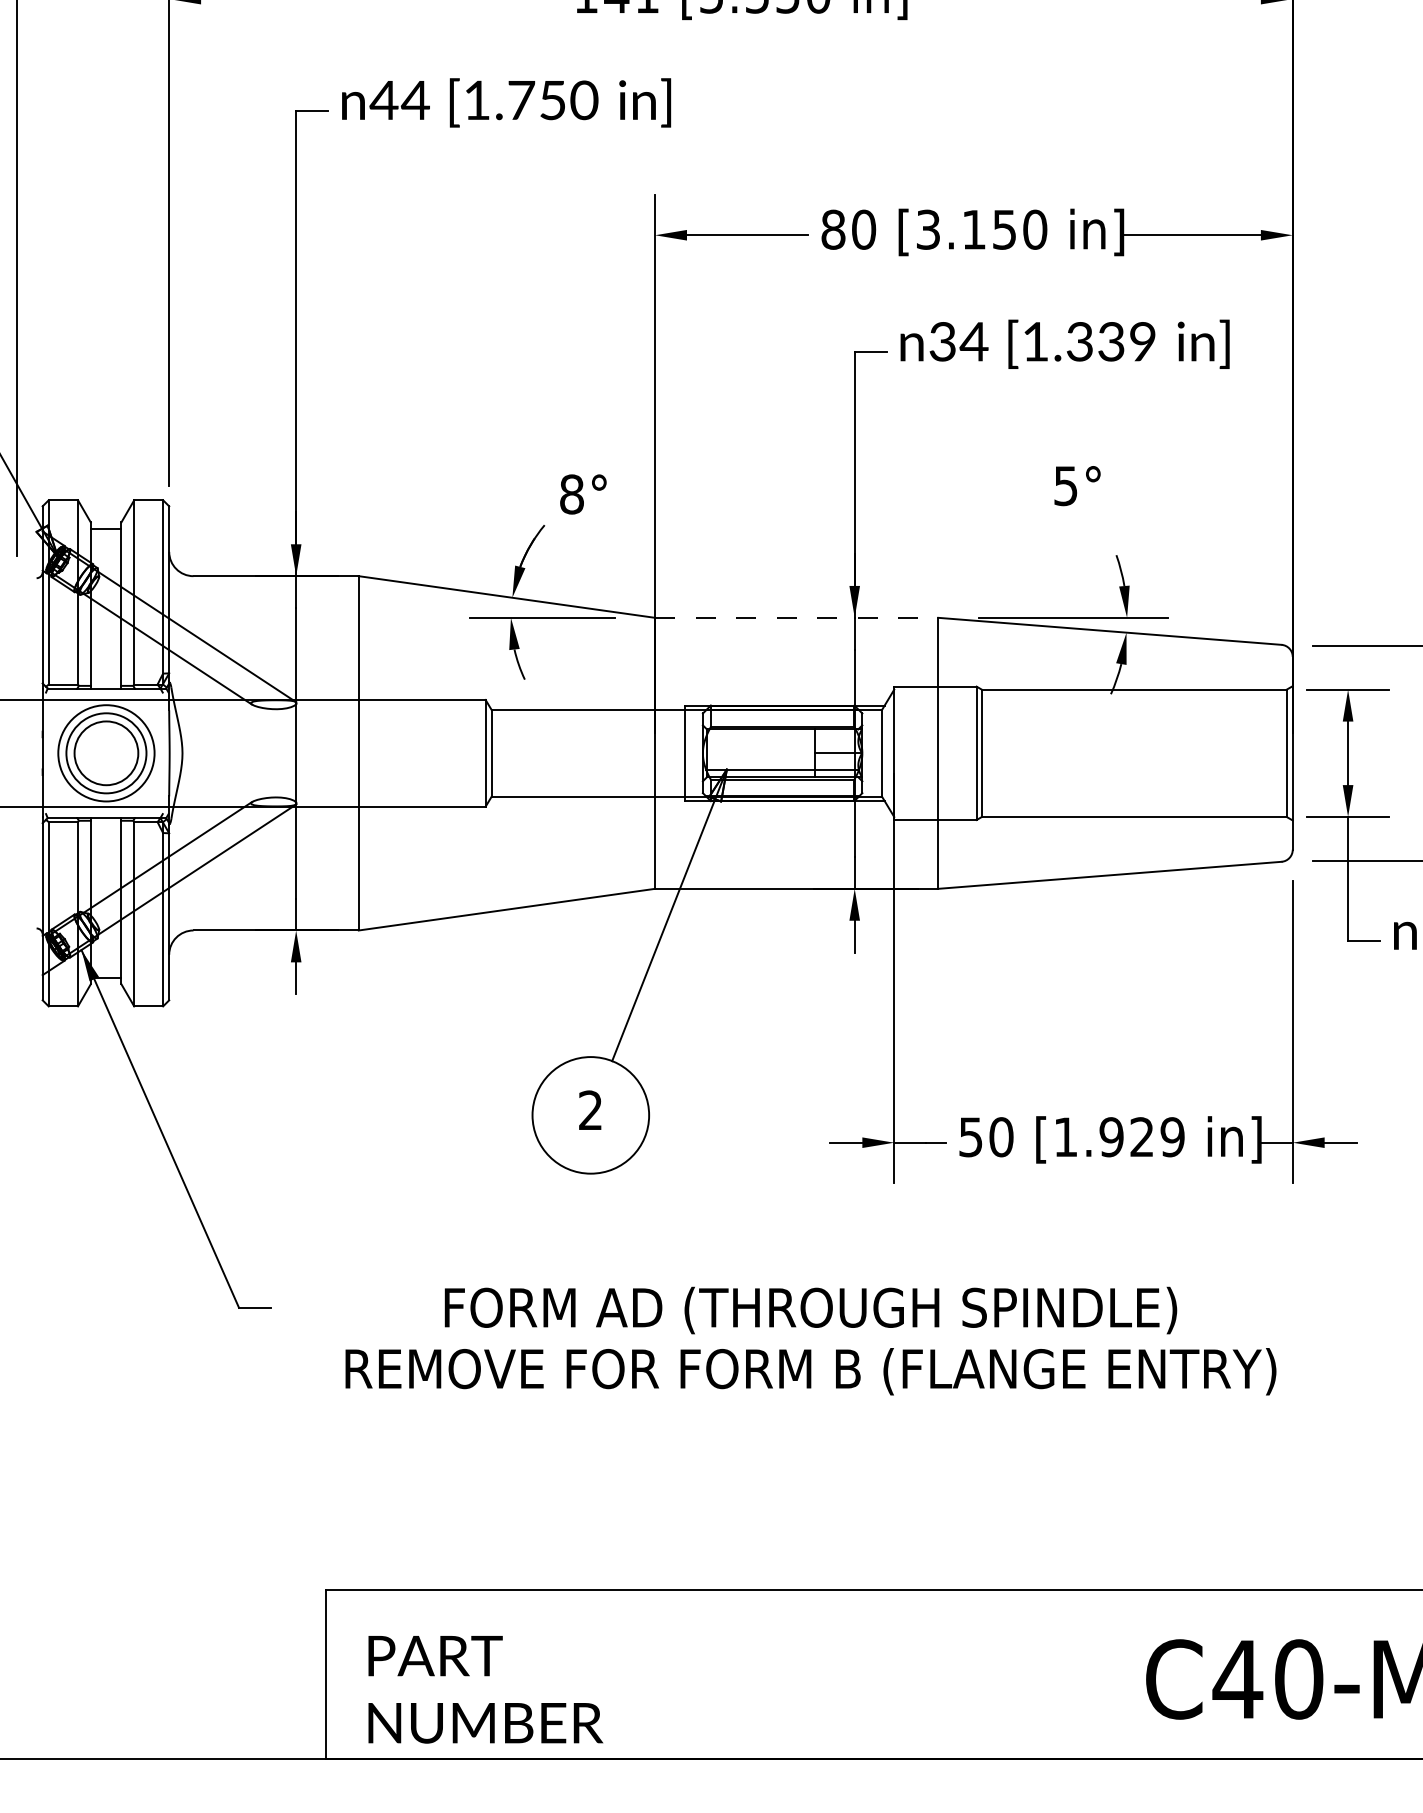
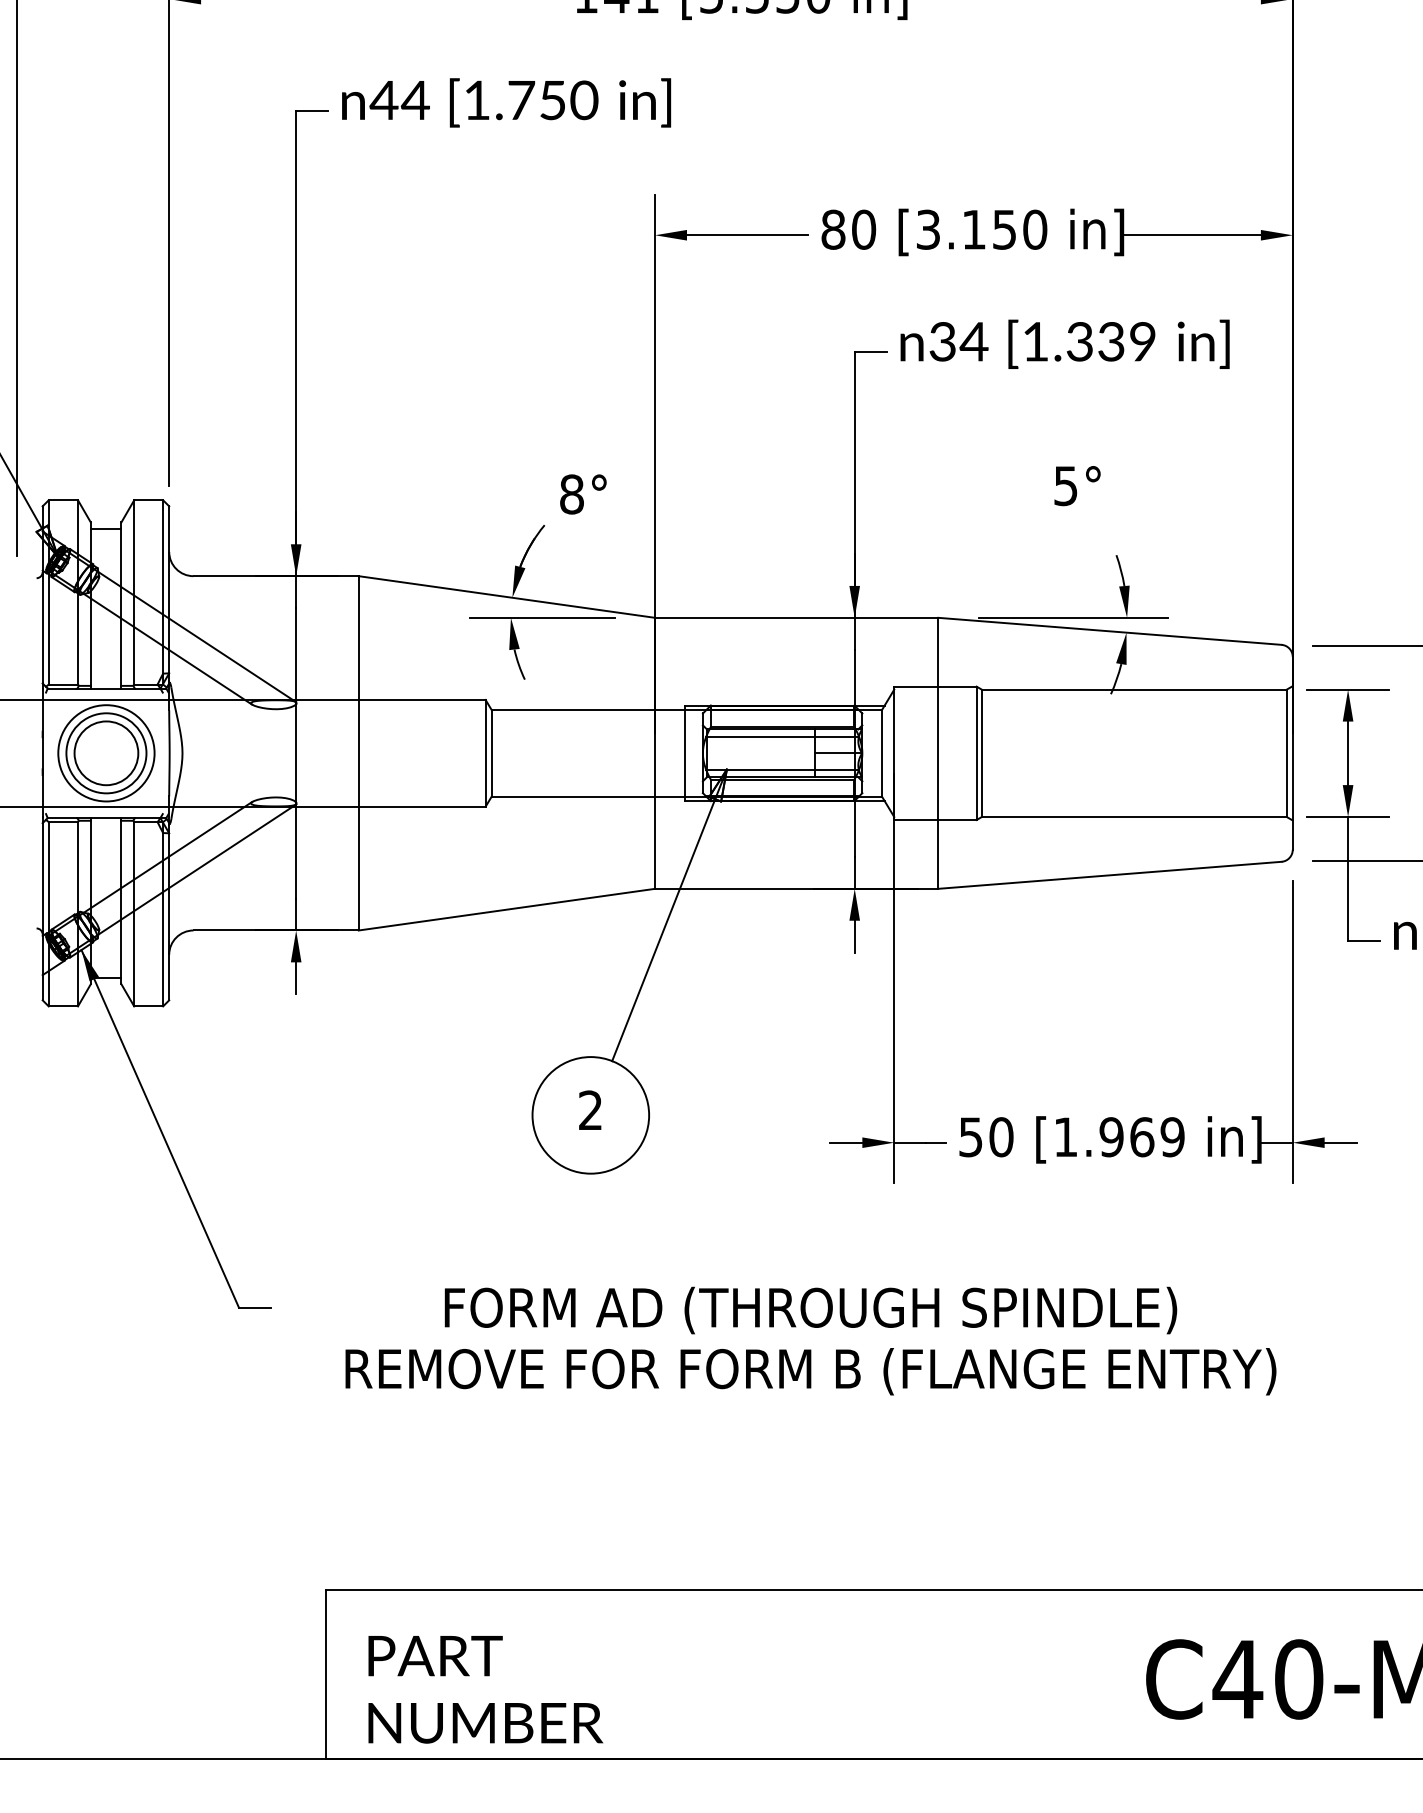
line at (796, 617): dashed -> solid
line at (782, 737): none -> present
text at (1142, 1137): [1.929 -> [1.969
